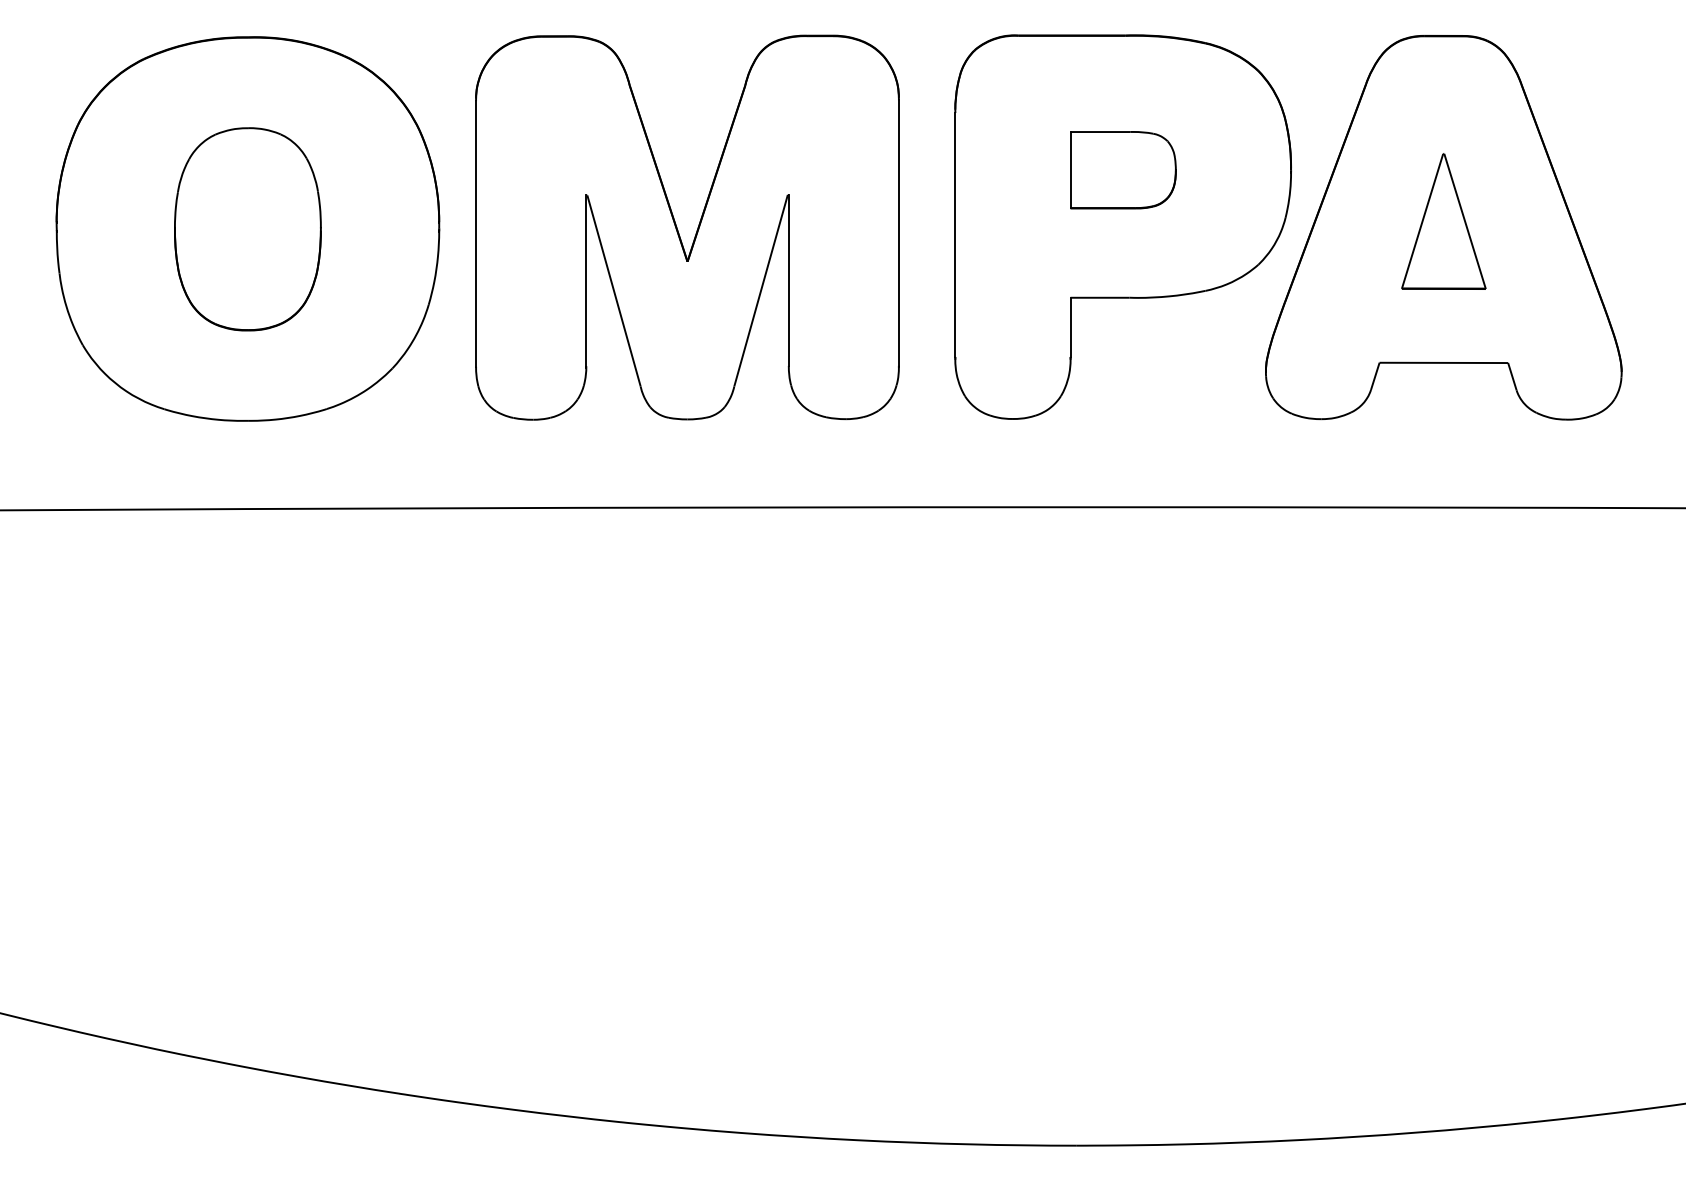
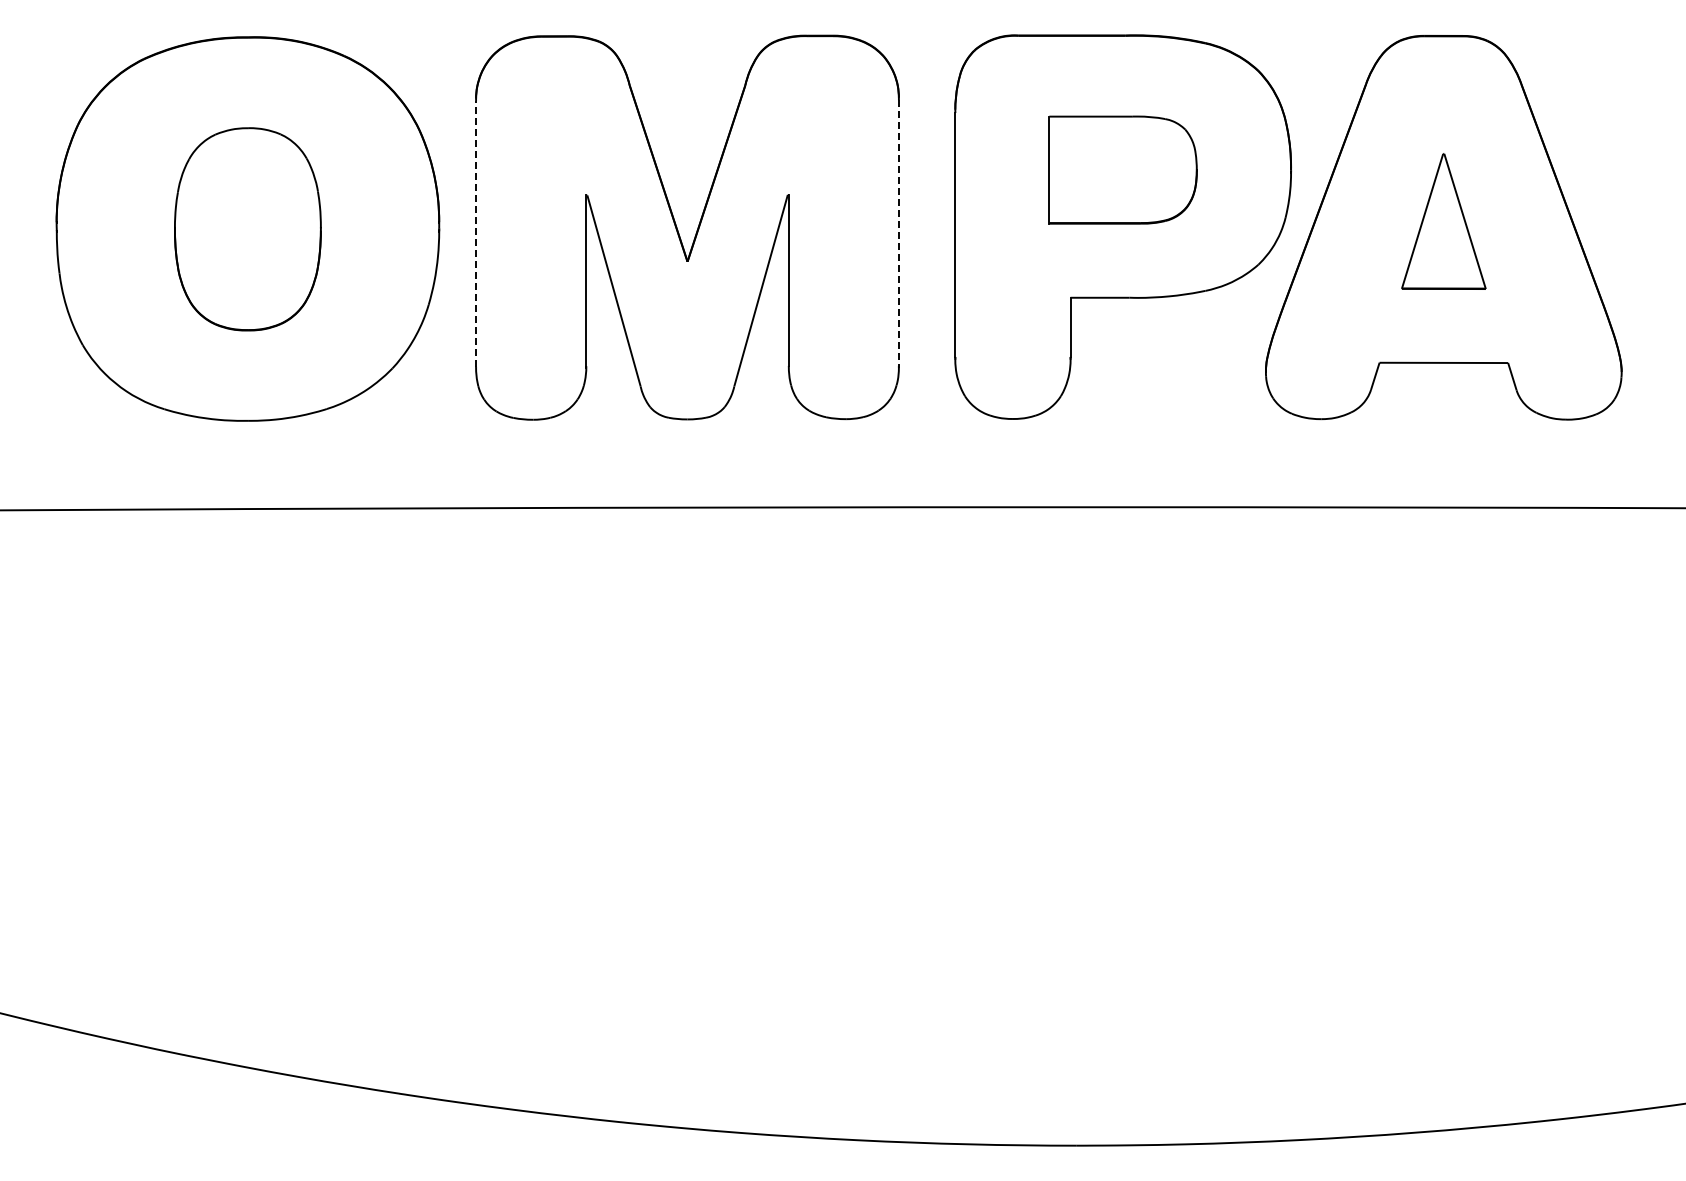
part at (1123, 170) size: 107x79 px -> 150x110 px
line at (898, 233): solid -> dashed
line at (476, 234): solid -> dashed
